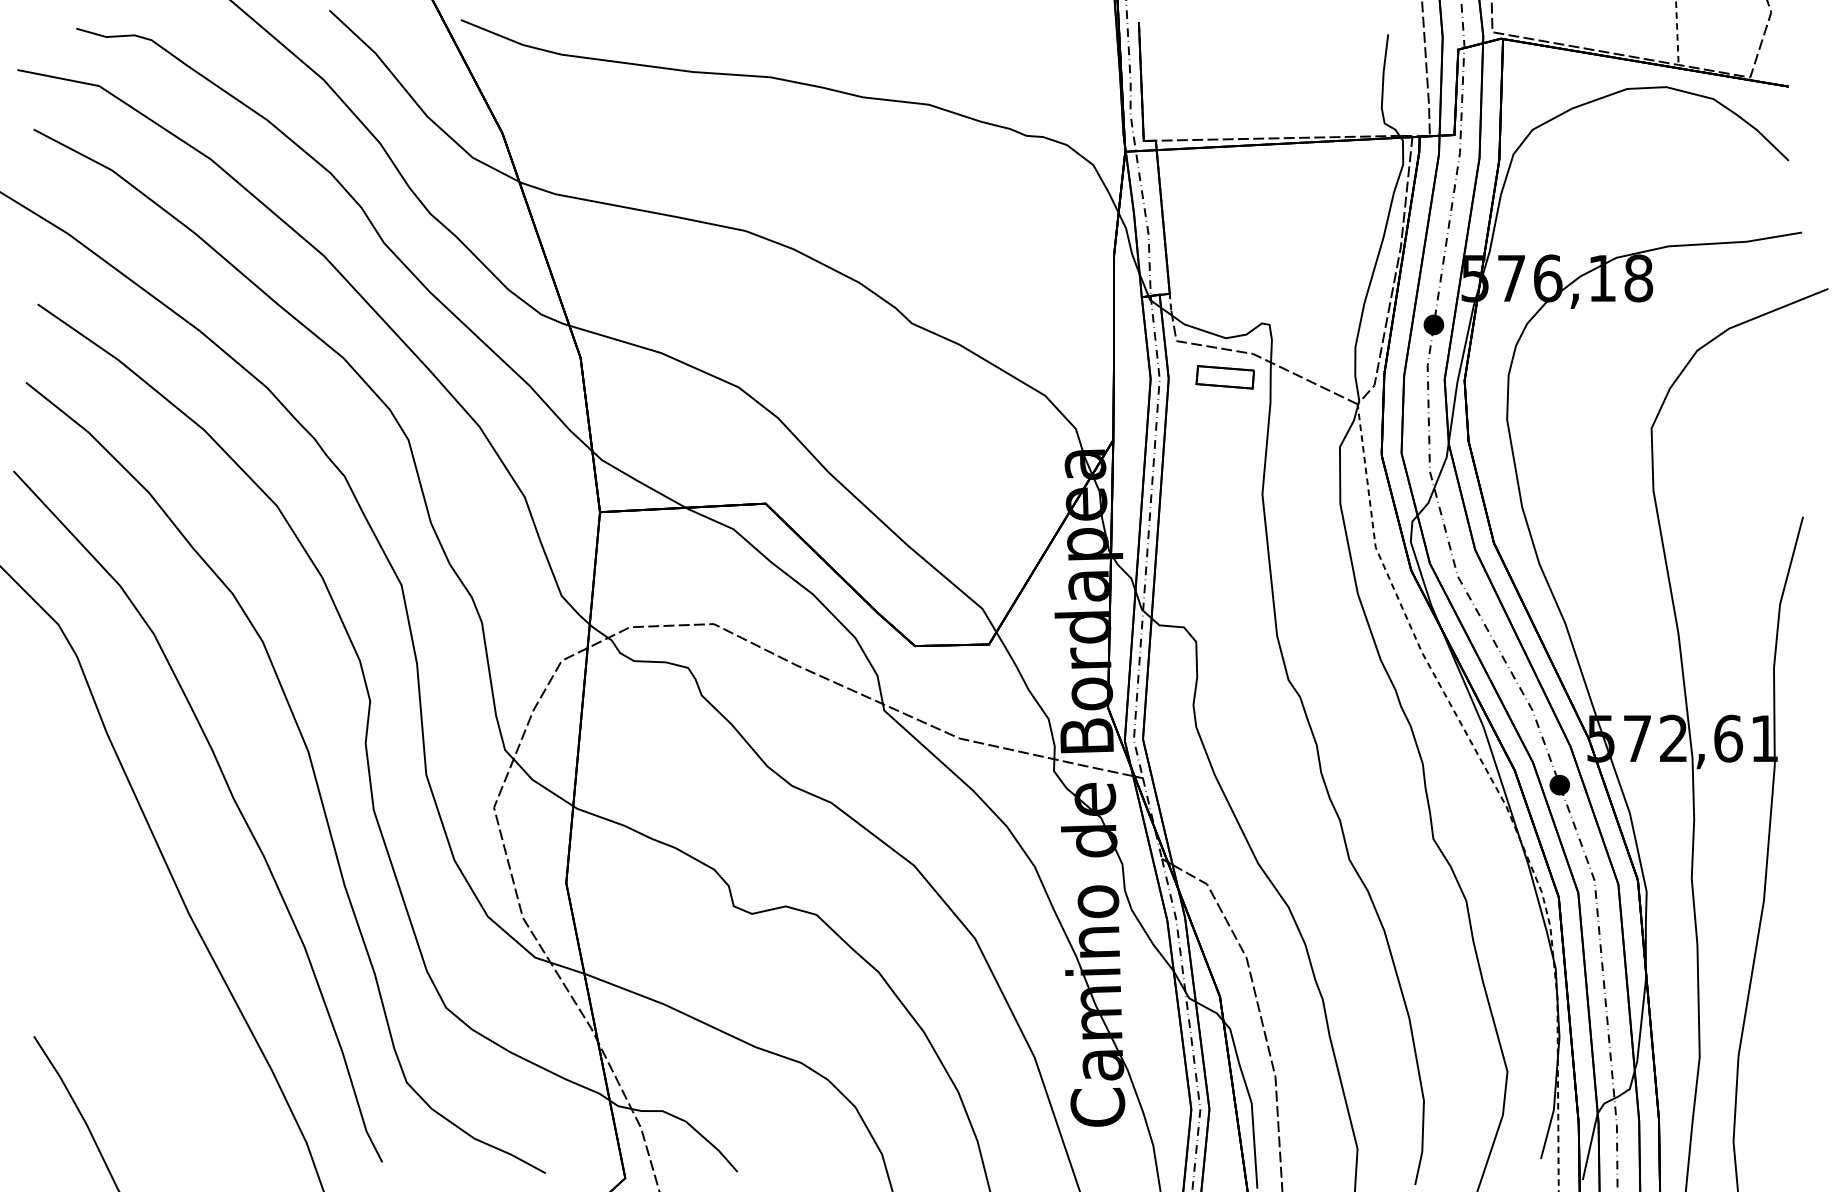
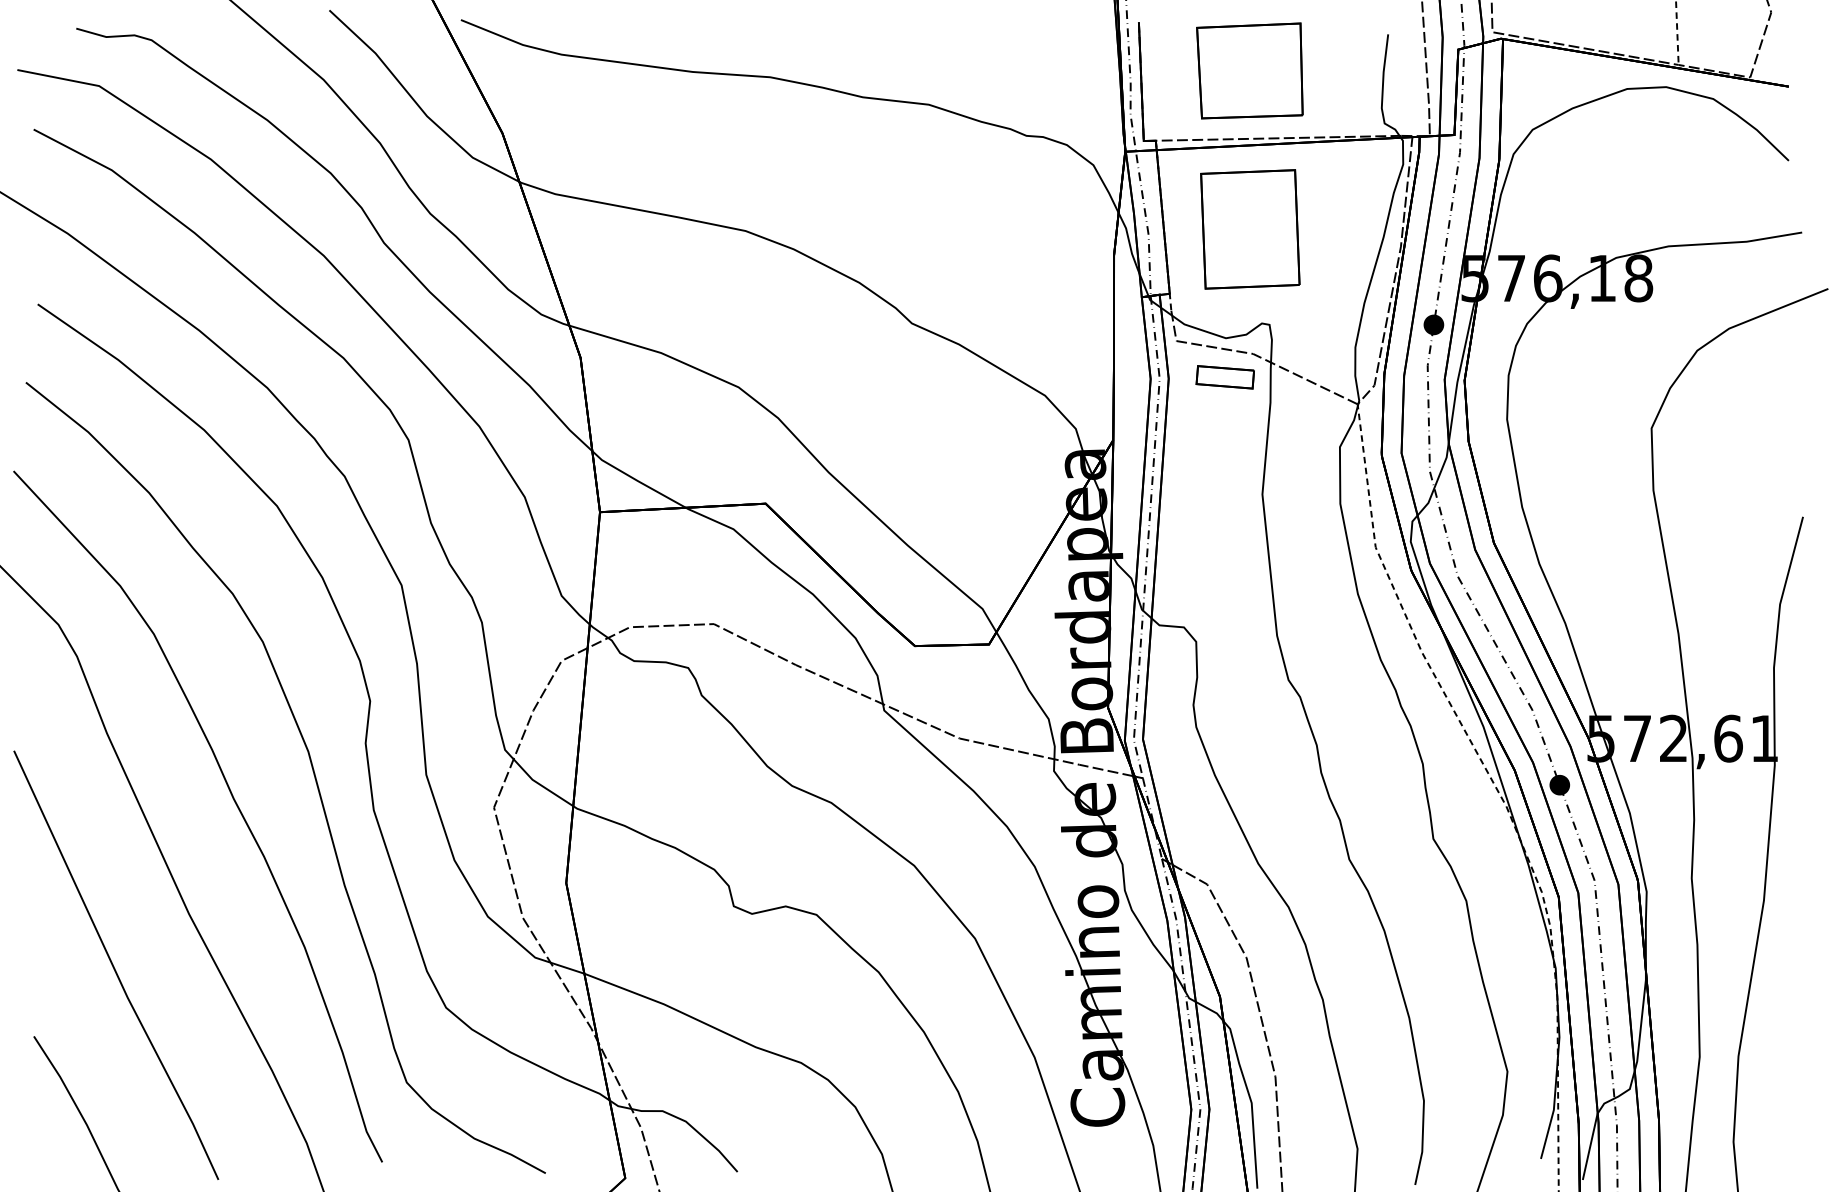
part at (1249, 70): none -> present
part at (1250, 229): none -> present
line at (114, 966): none -> present
